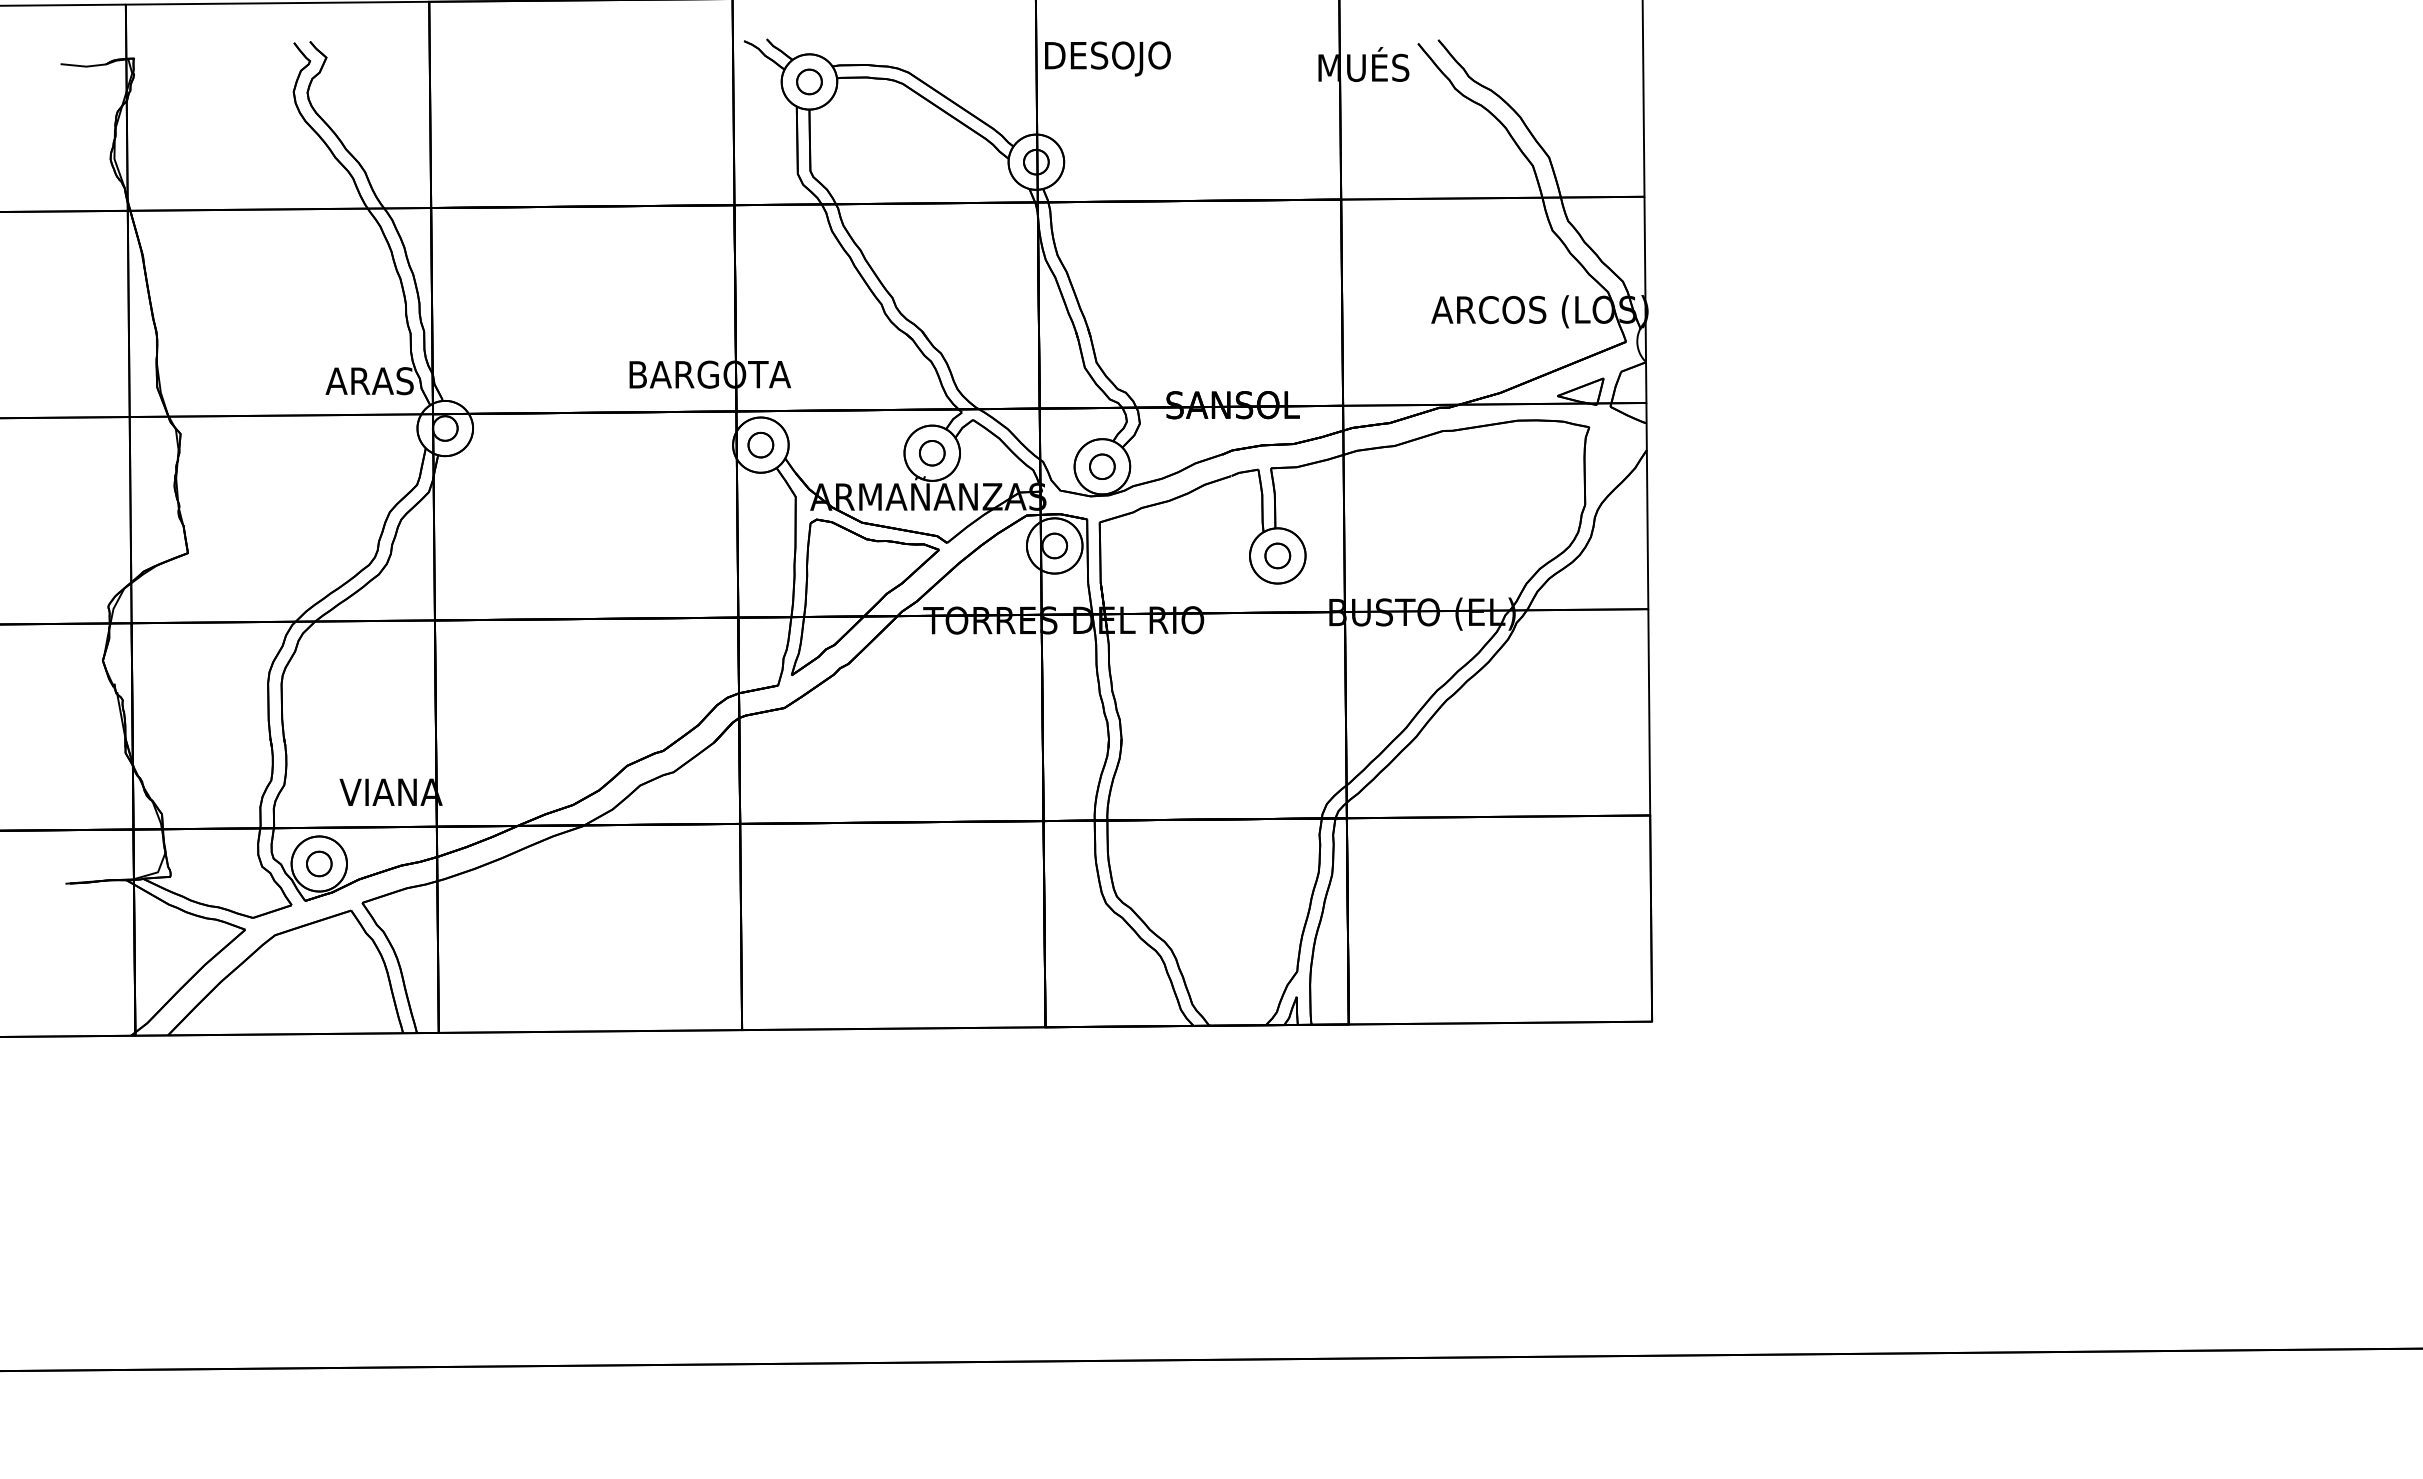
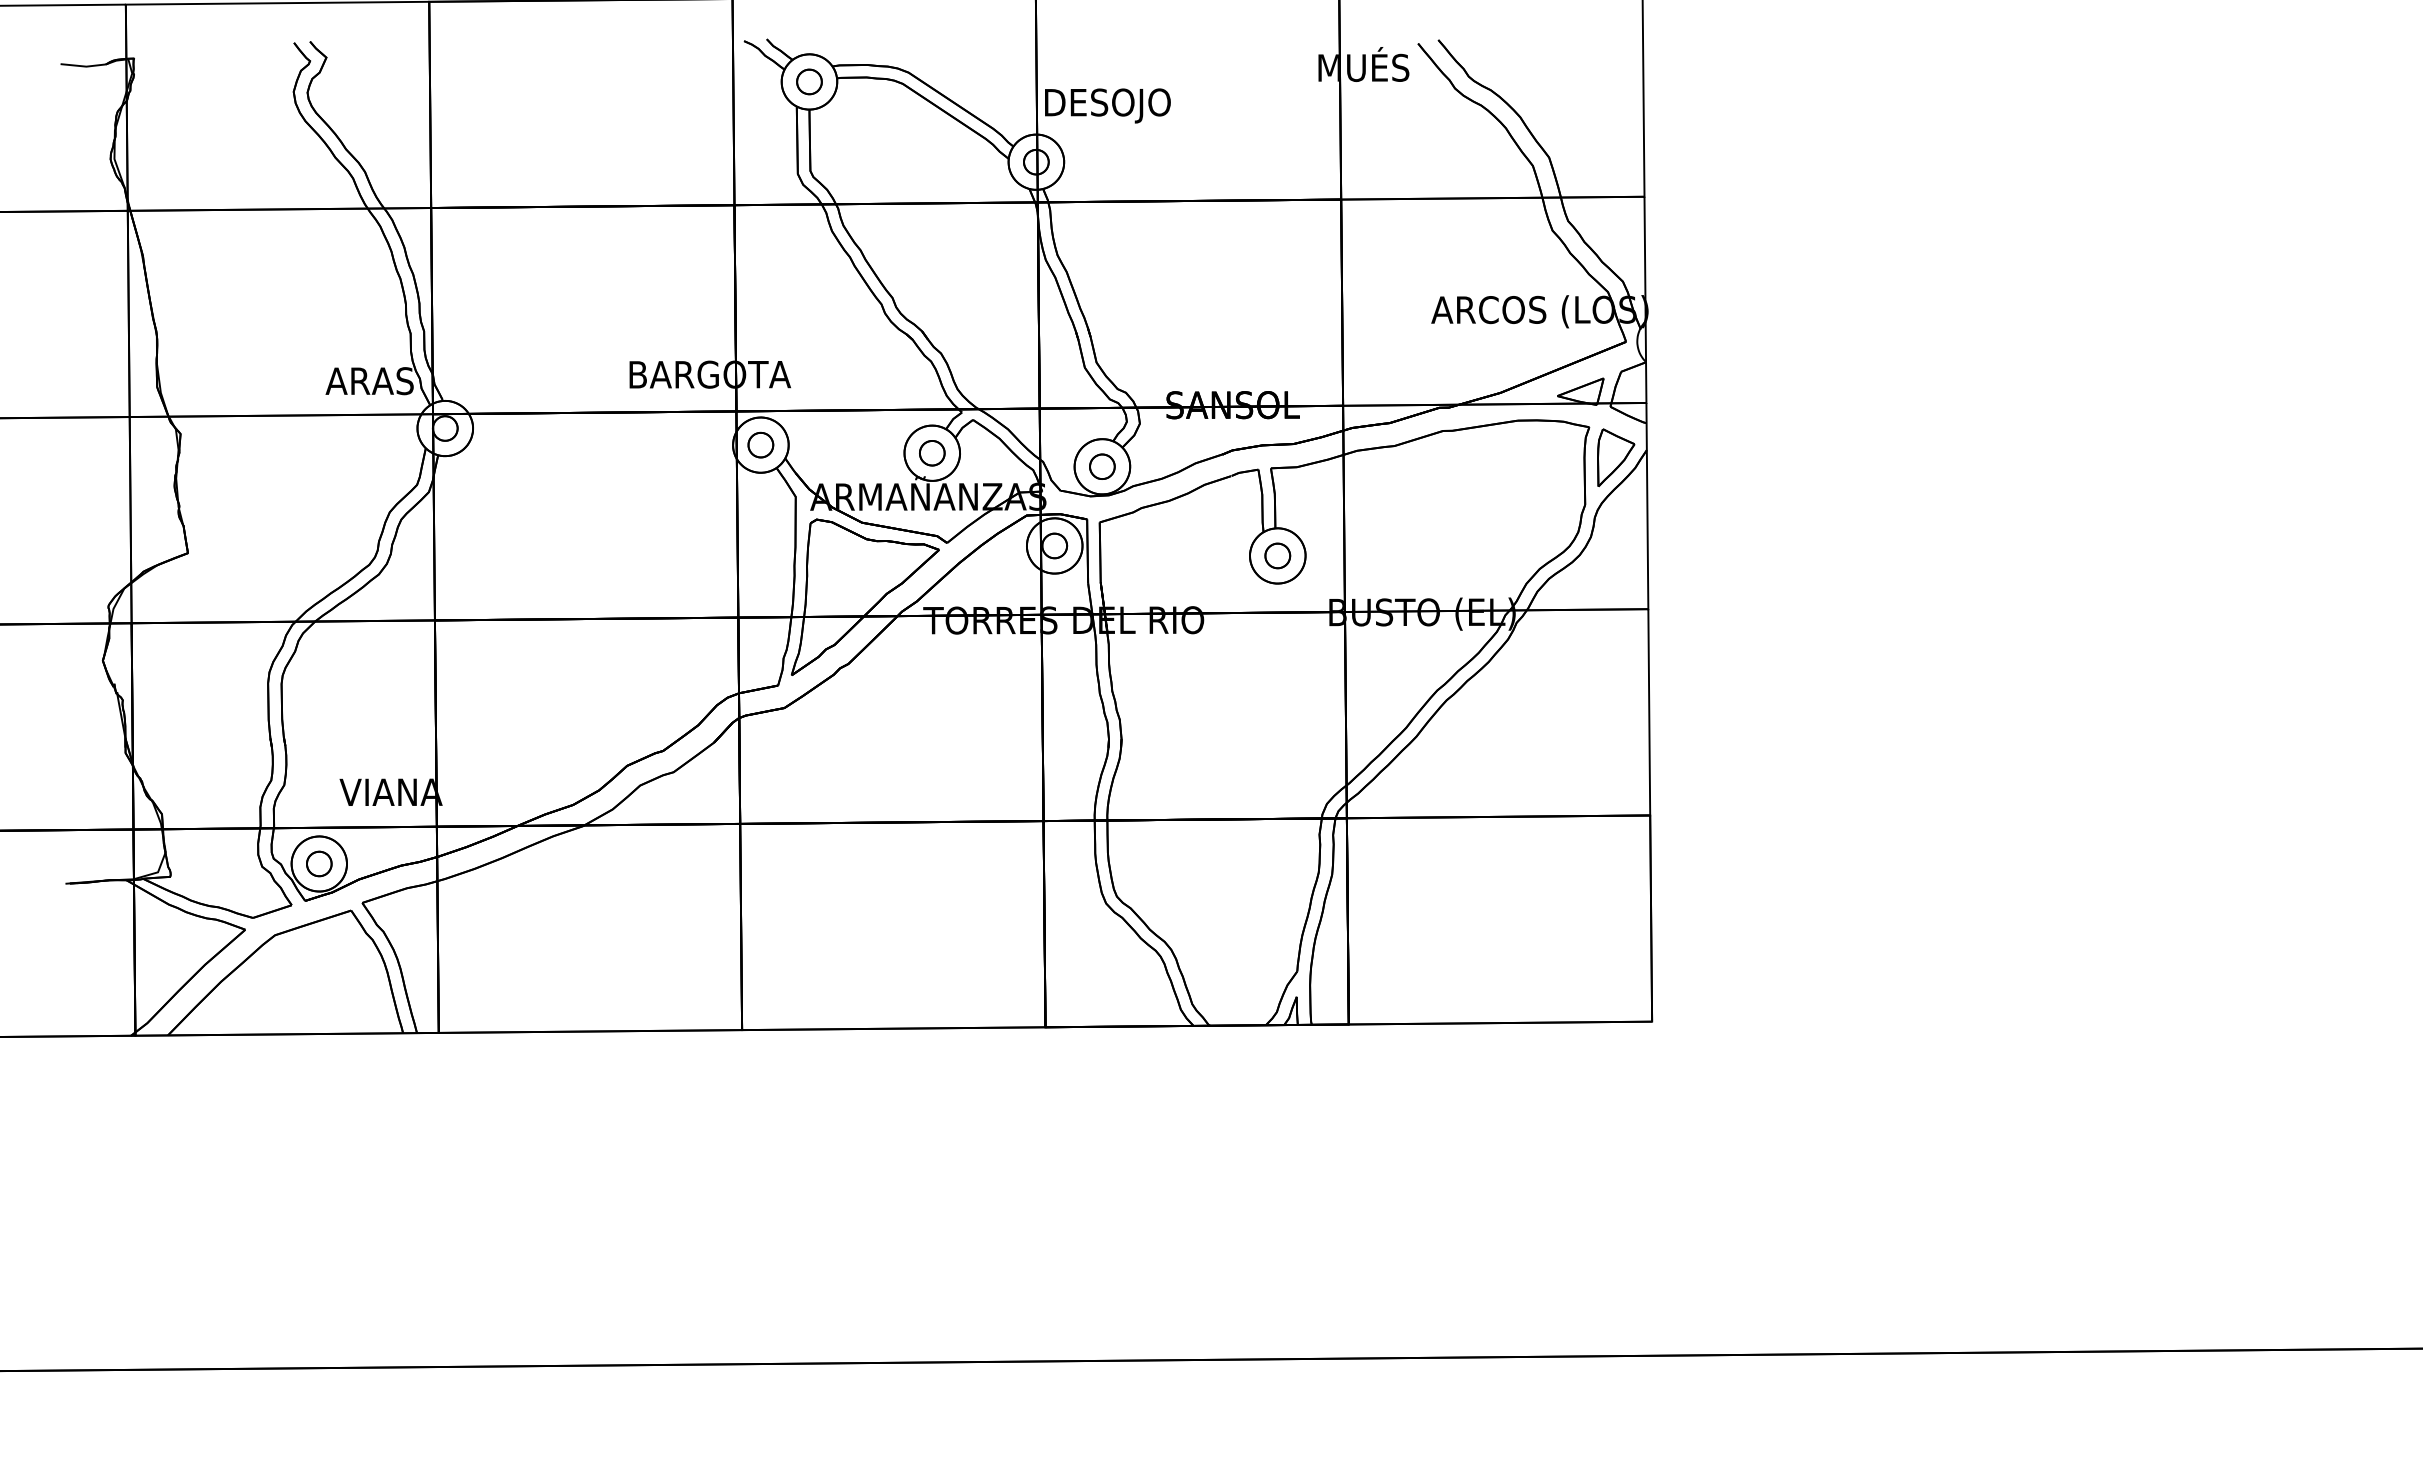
text at (1107, 58) position: (1107, 58) -> (1107, 105)
part at (1616, 457): none -> present
